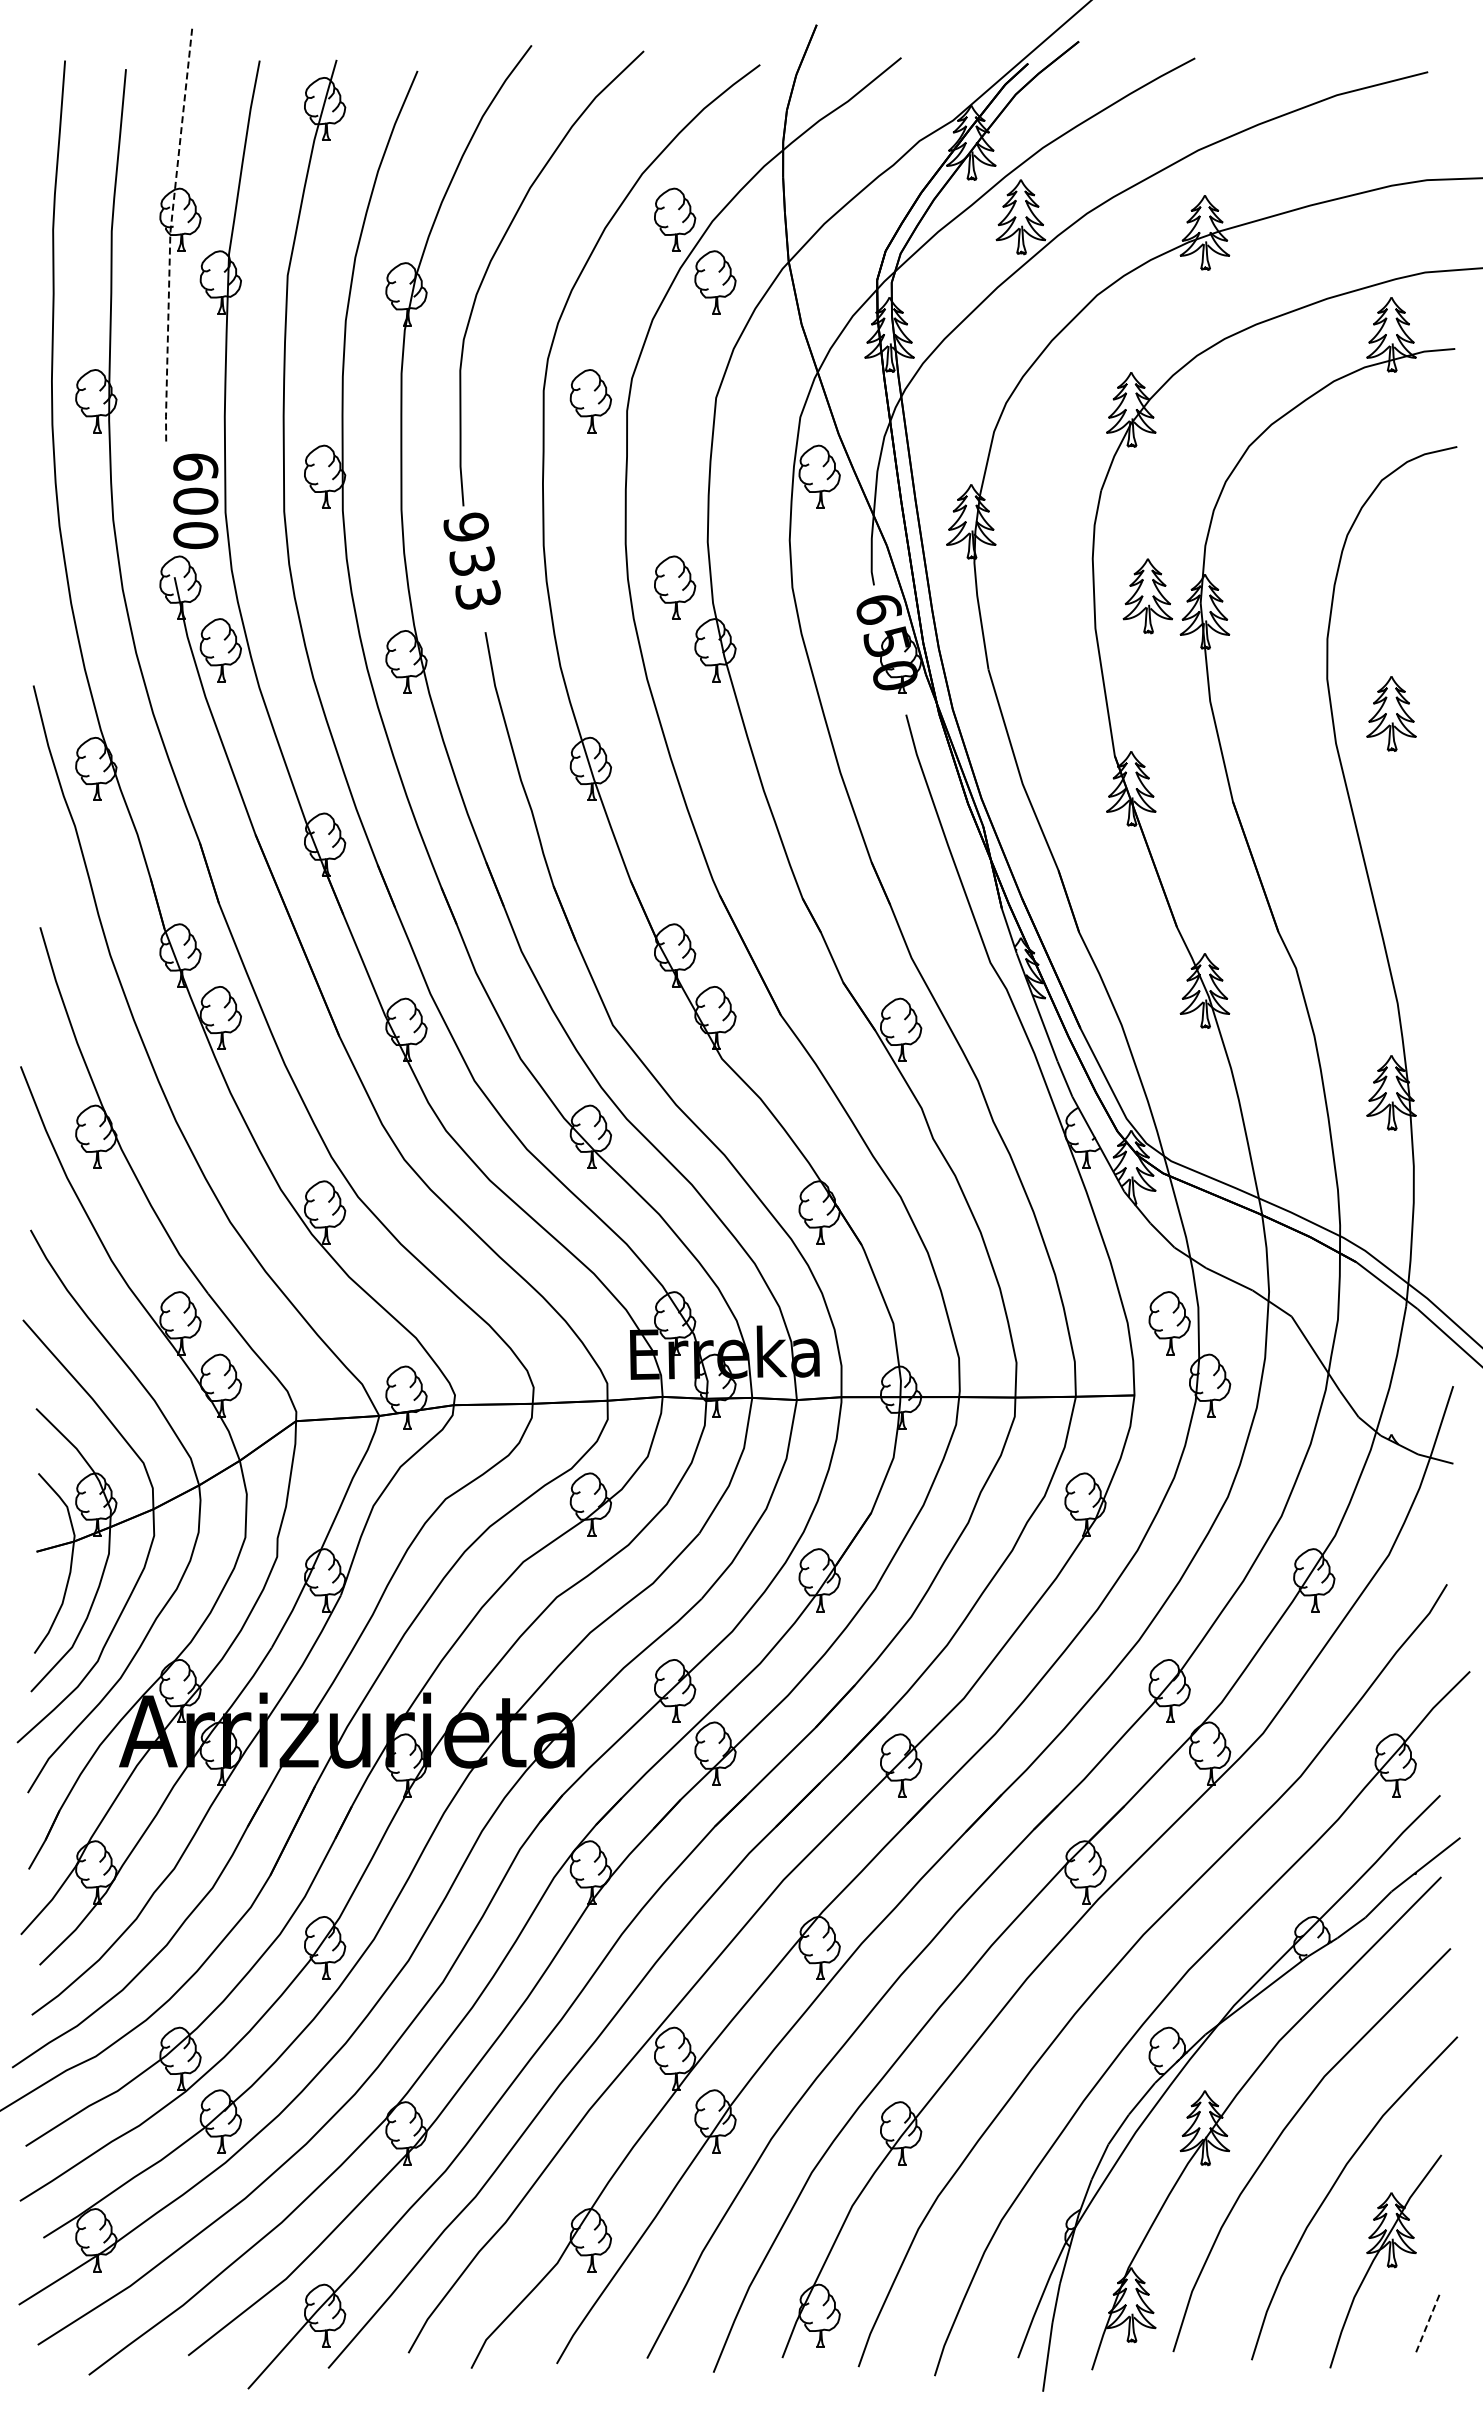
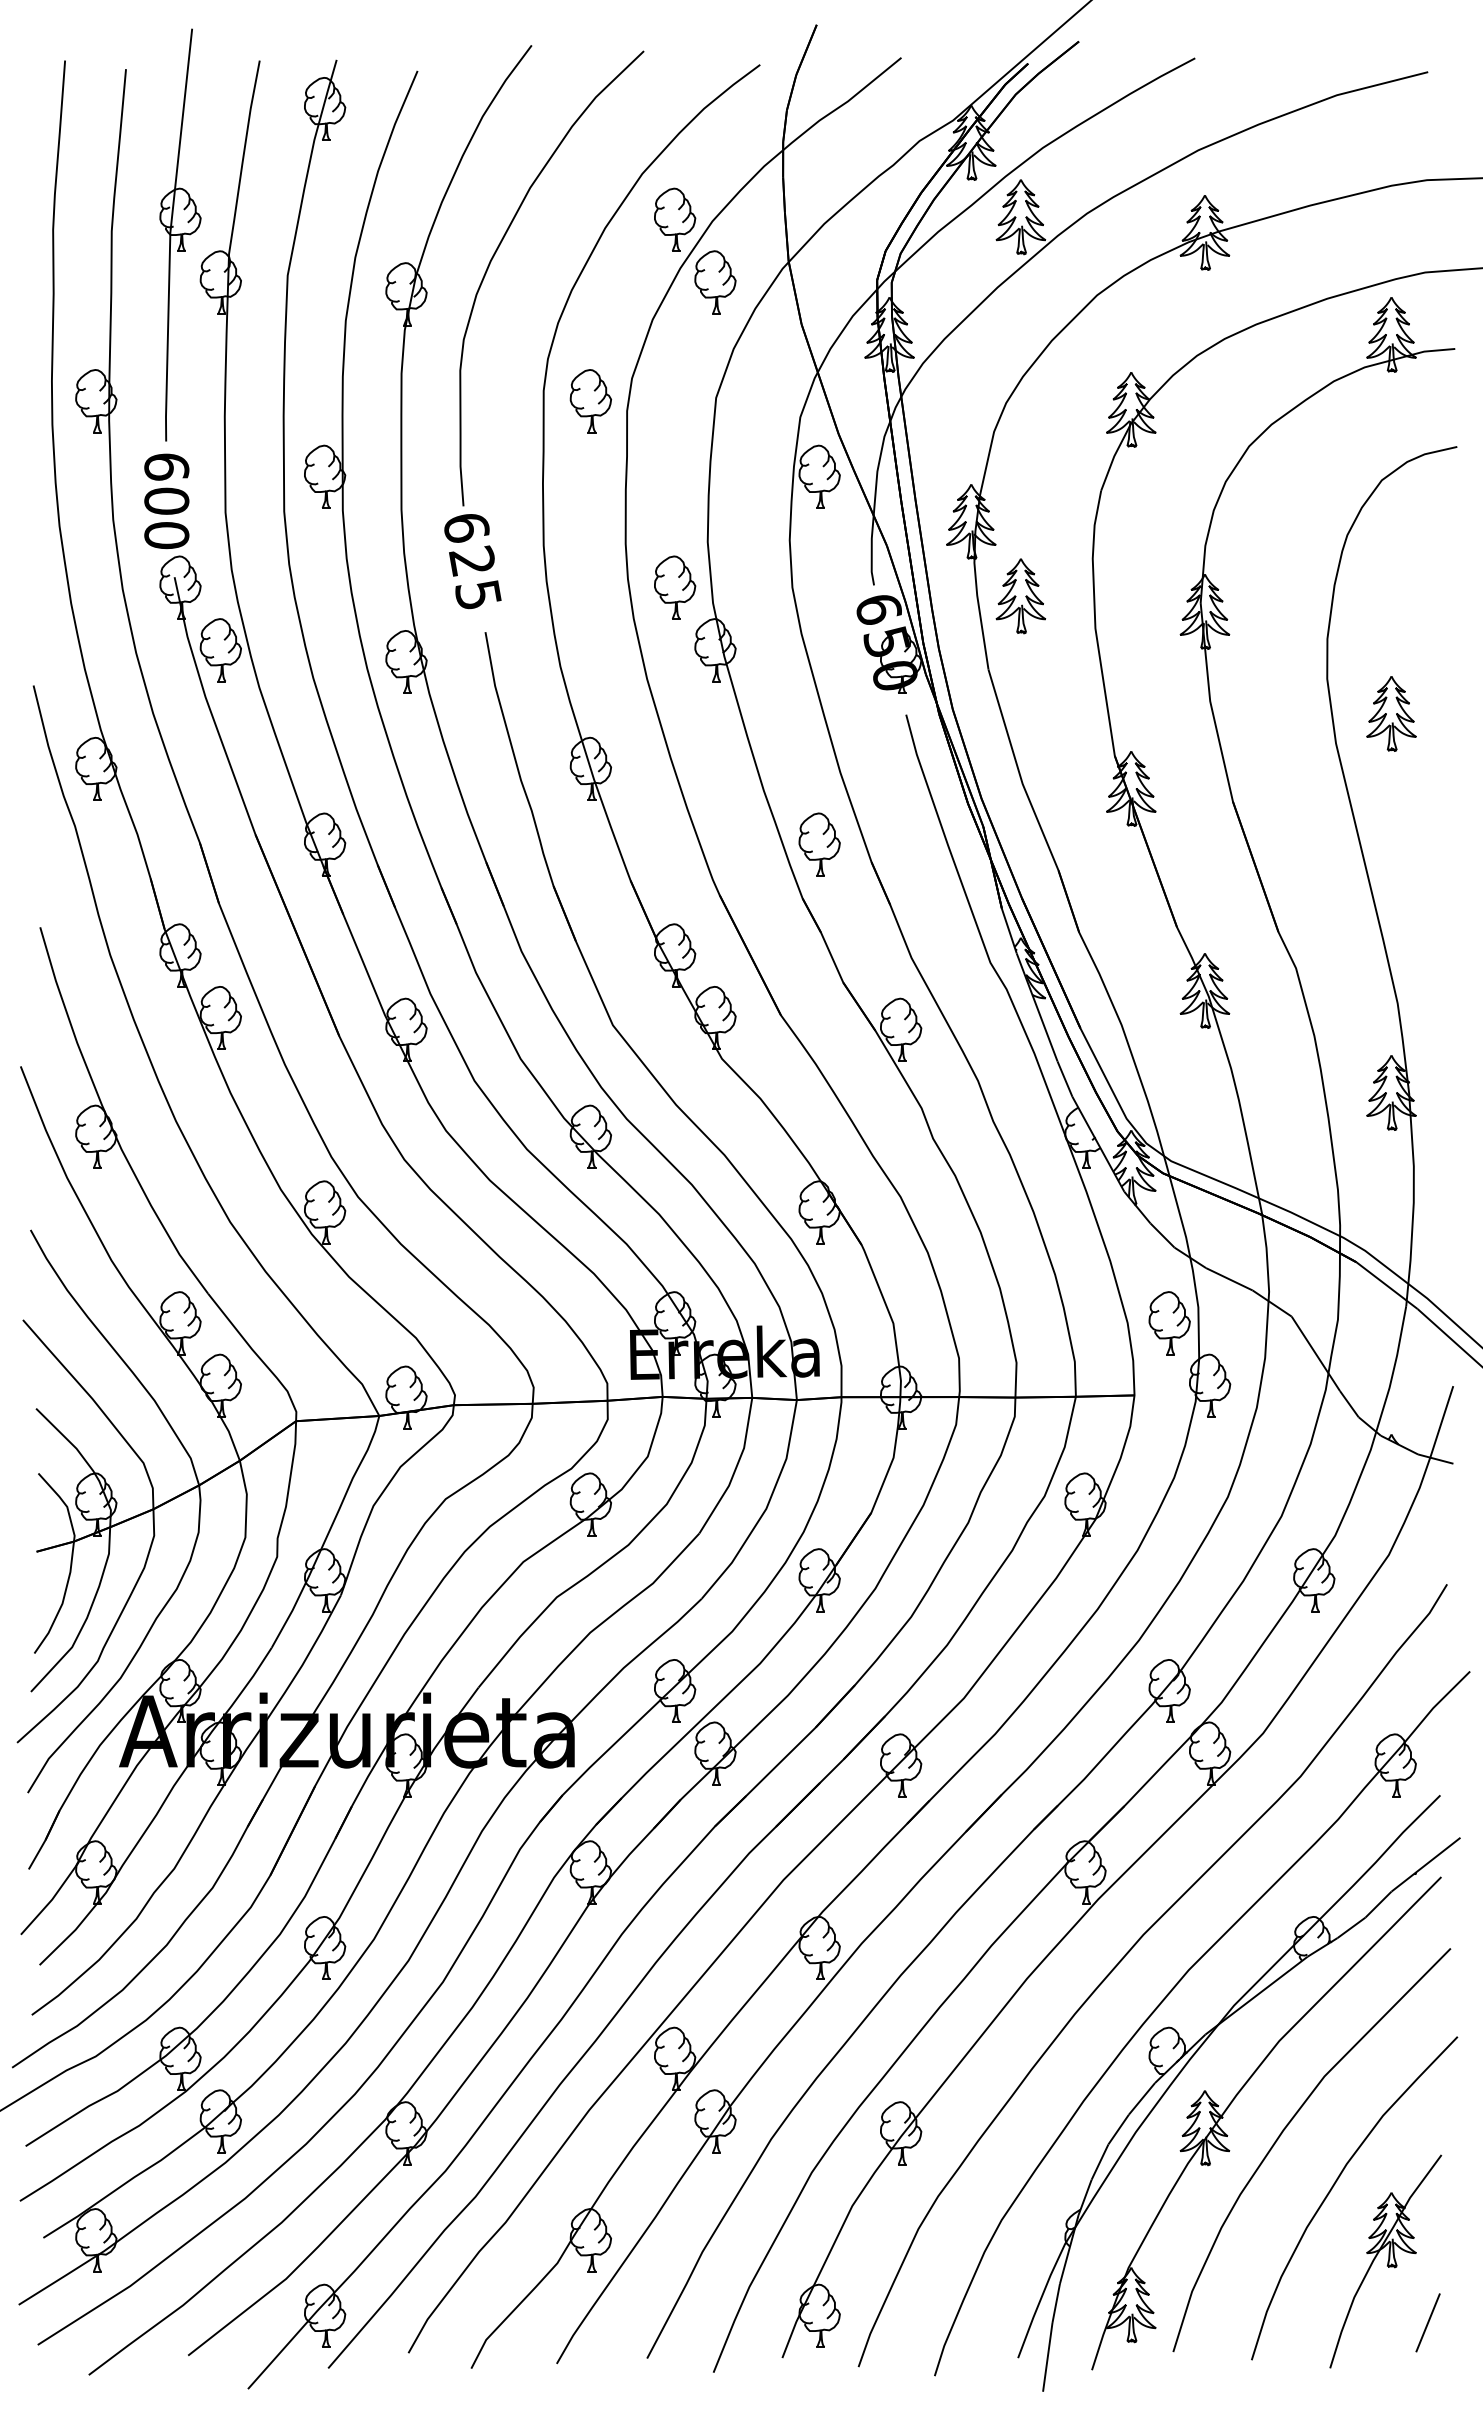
line at (170, 234): dashed -> solid
text at (195, 501) position: (195, 501) -> (166, 501)
text at (472, 560): 933 -> 625
part at (1147, 596) position: (1147, 596) -> (1020, 596)
part at (819, 844): none -> present
line at (1428, 2322): dashed -> solid
